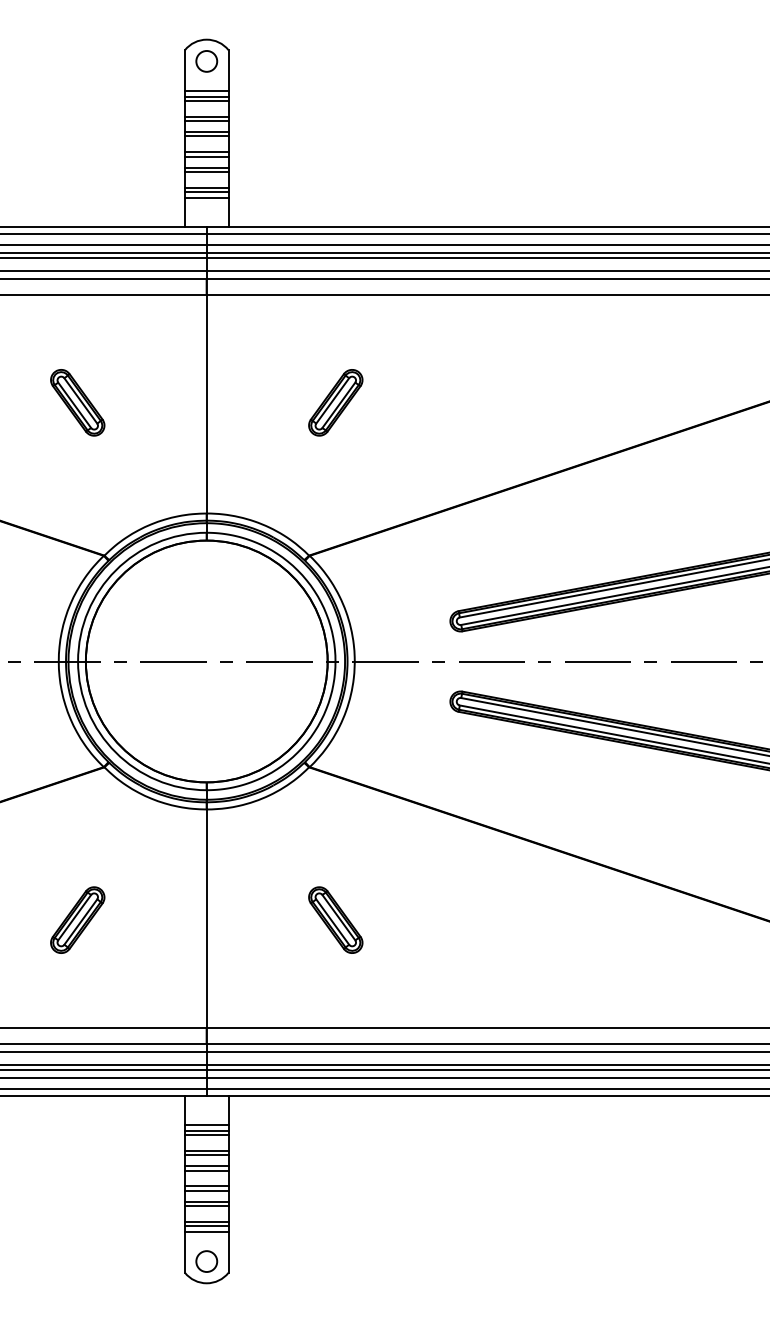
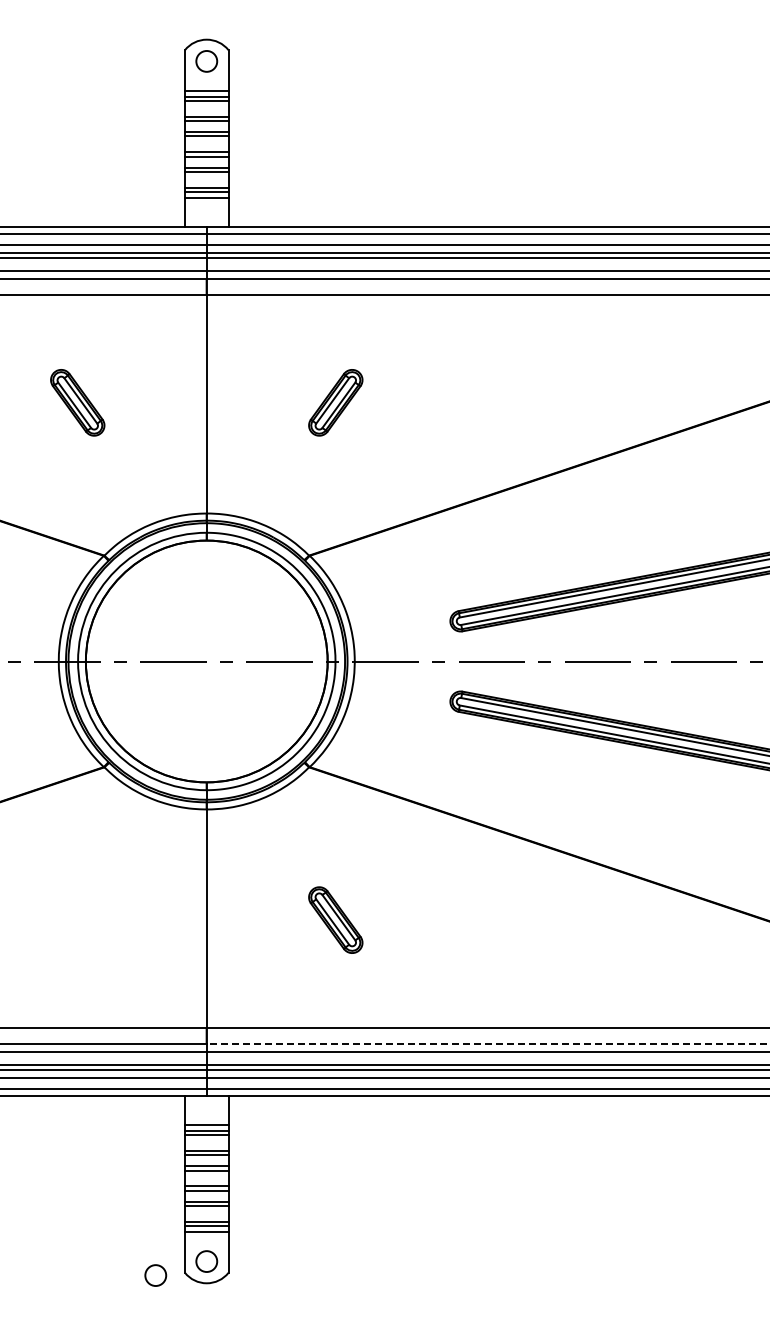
part at (77, 919): present -> none
line at (487, 1044): solid -> dashed
circle at (155, 1275): none -> present
